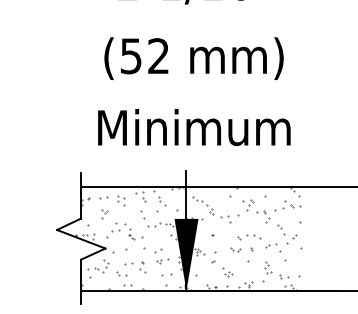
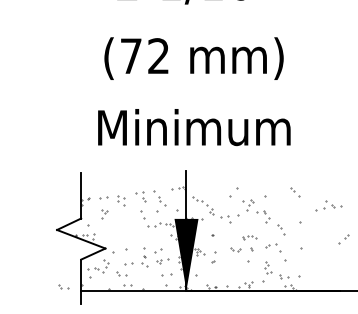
text at (131, 56): (52 -> (72
line at (217, 186): present -> none
part at (287, 205) position: (287, 205) -> (328, 205)
part at (124, 231): present -> none
part at (249, 237) size: 25x7 px -> 16x6 px
part at (291, 239) position: (291, 239) -> (343, 239)
part at (142, 267) position: (142, 267) -> (144, 261)
part at (227, 272): present -> none
part at (63, 286): none -> present
